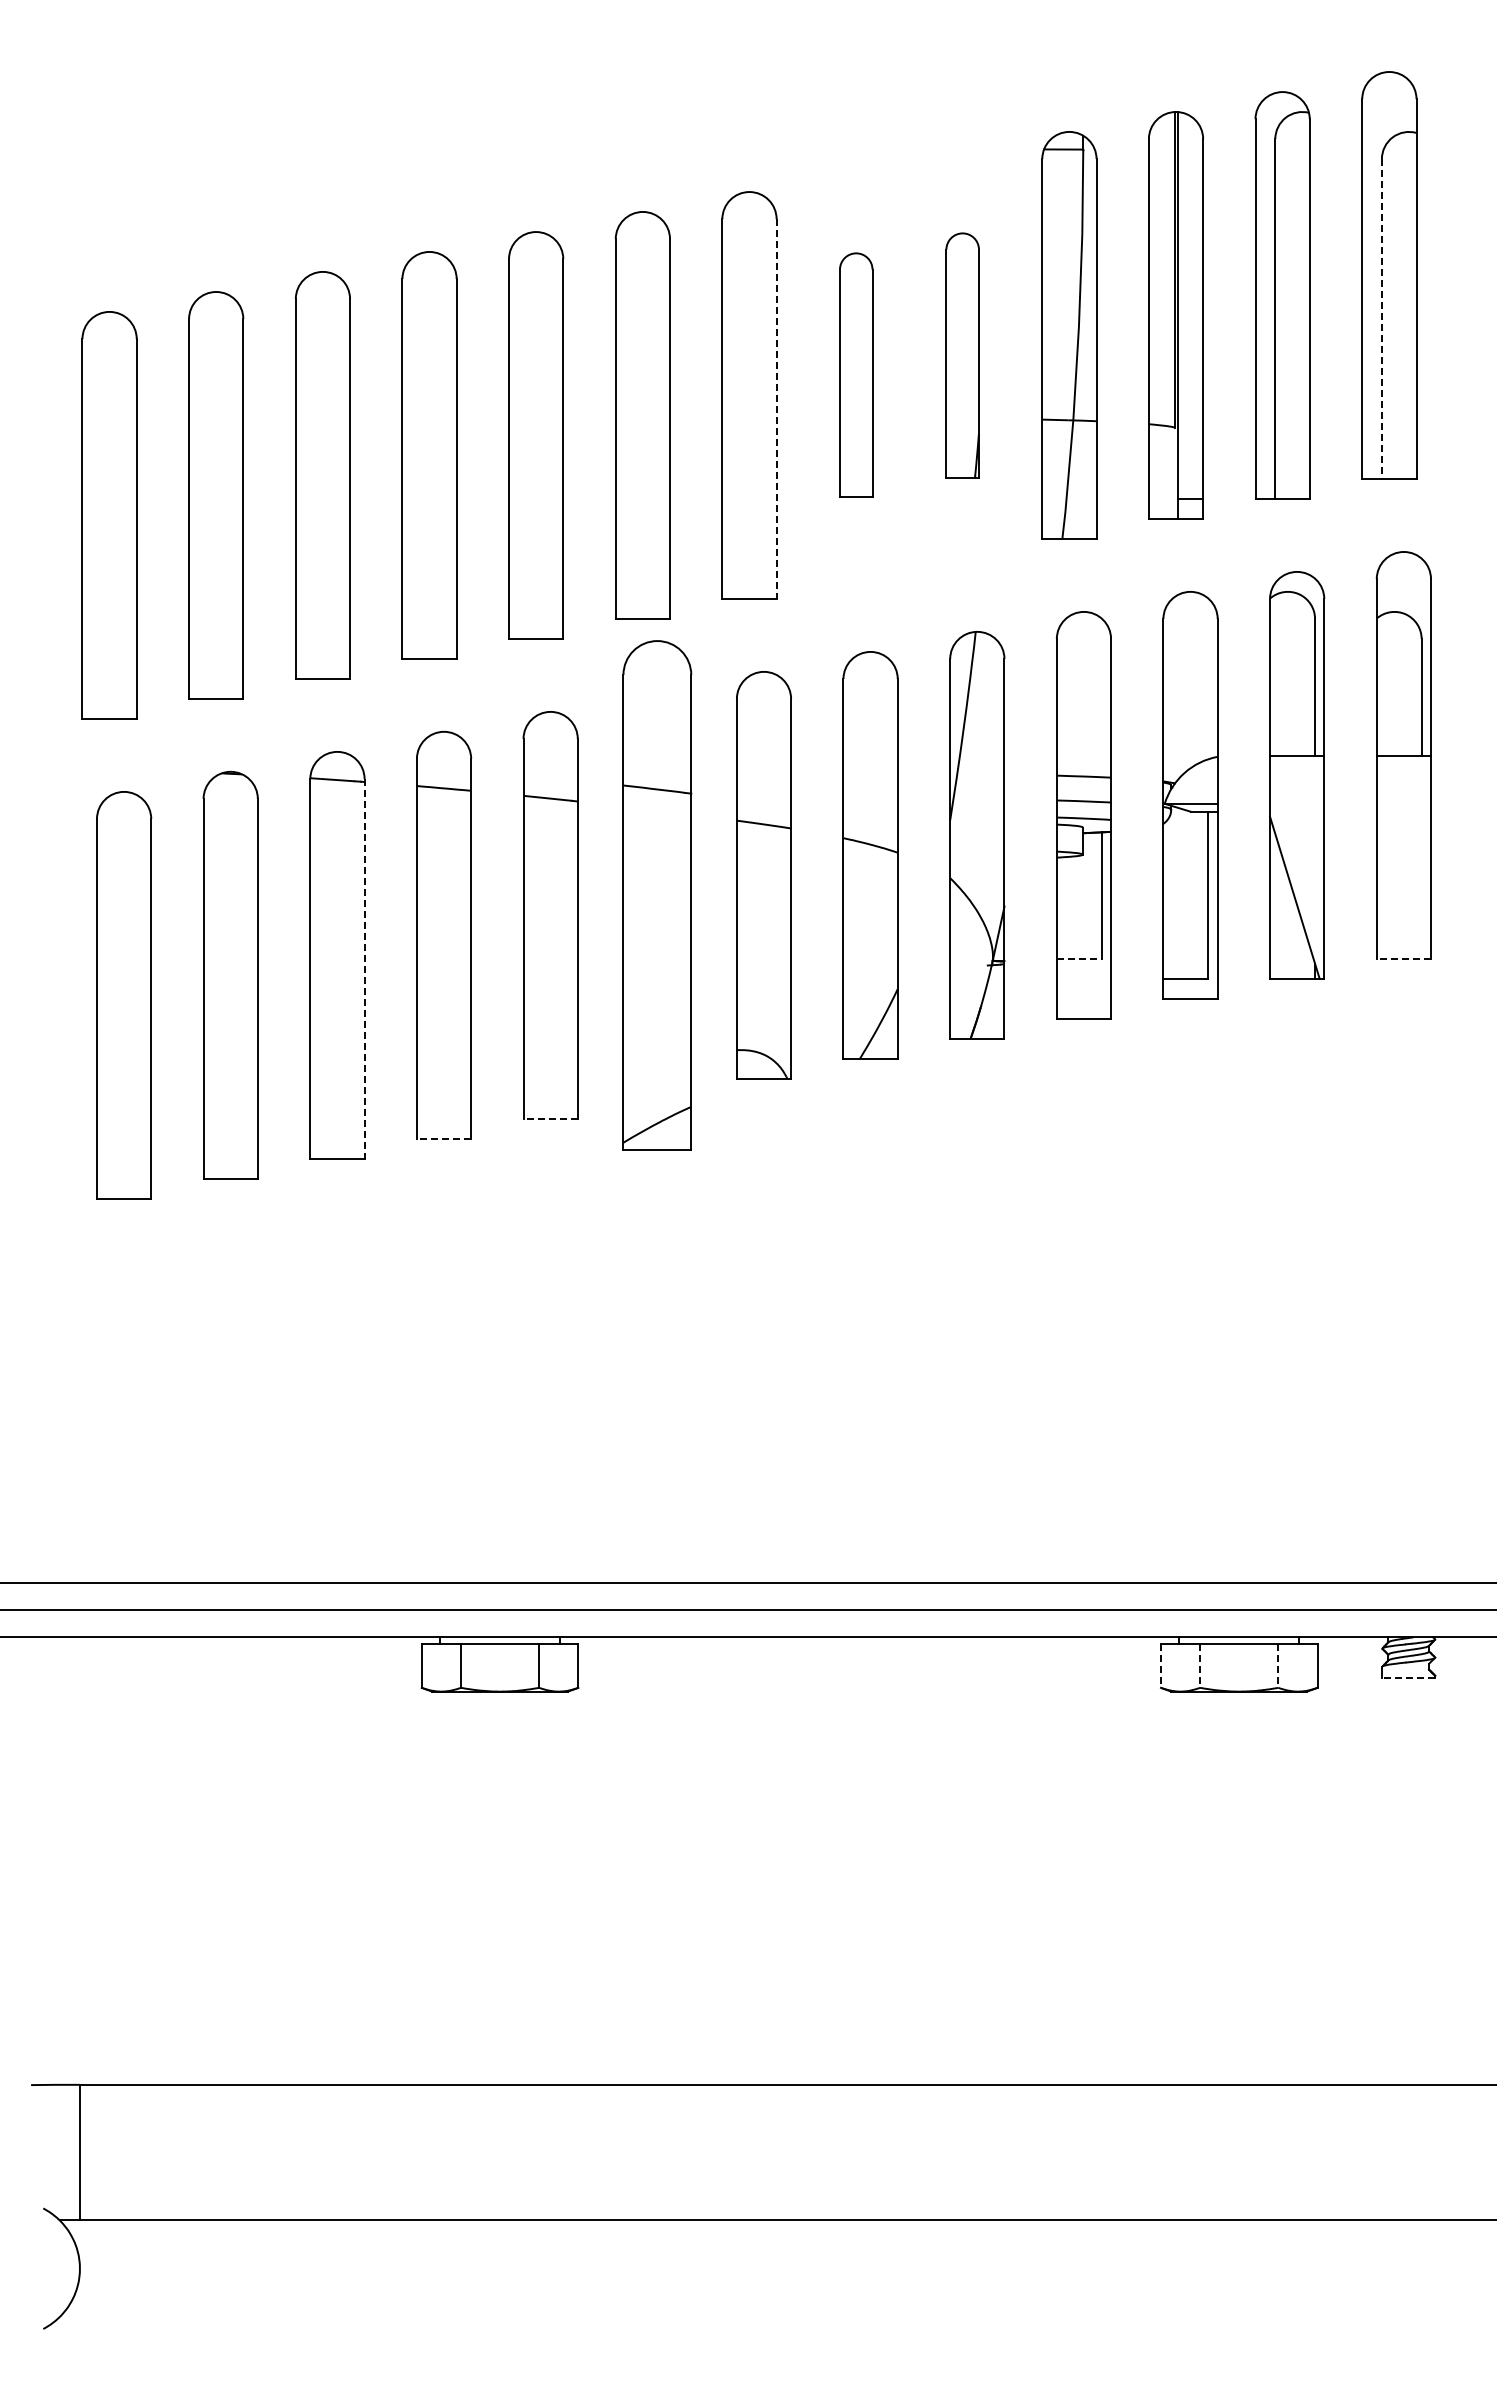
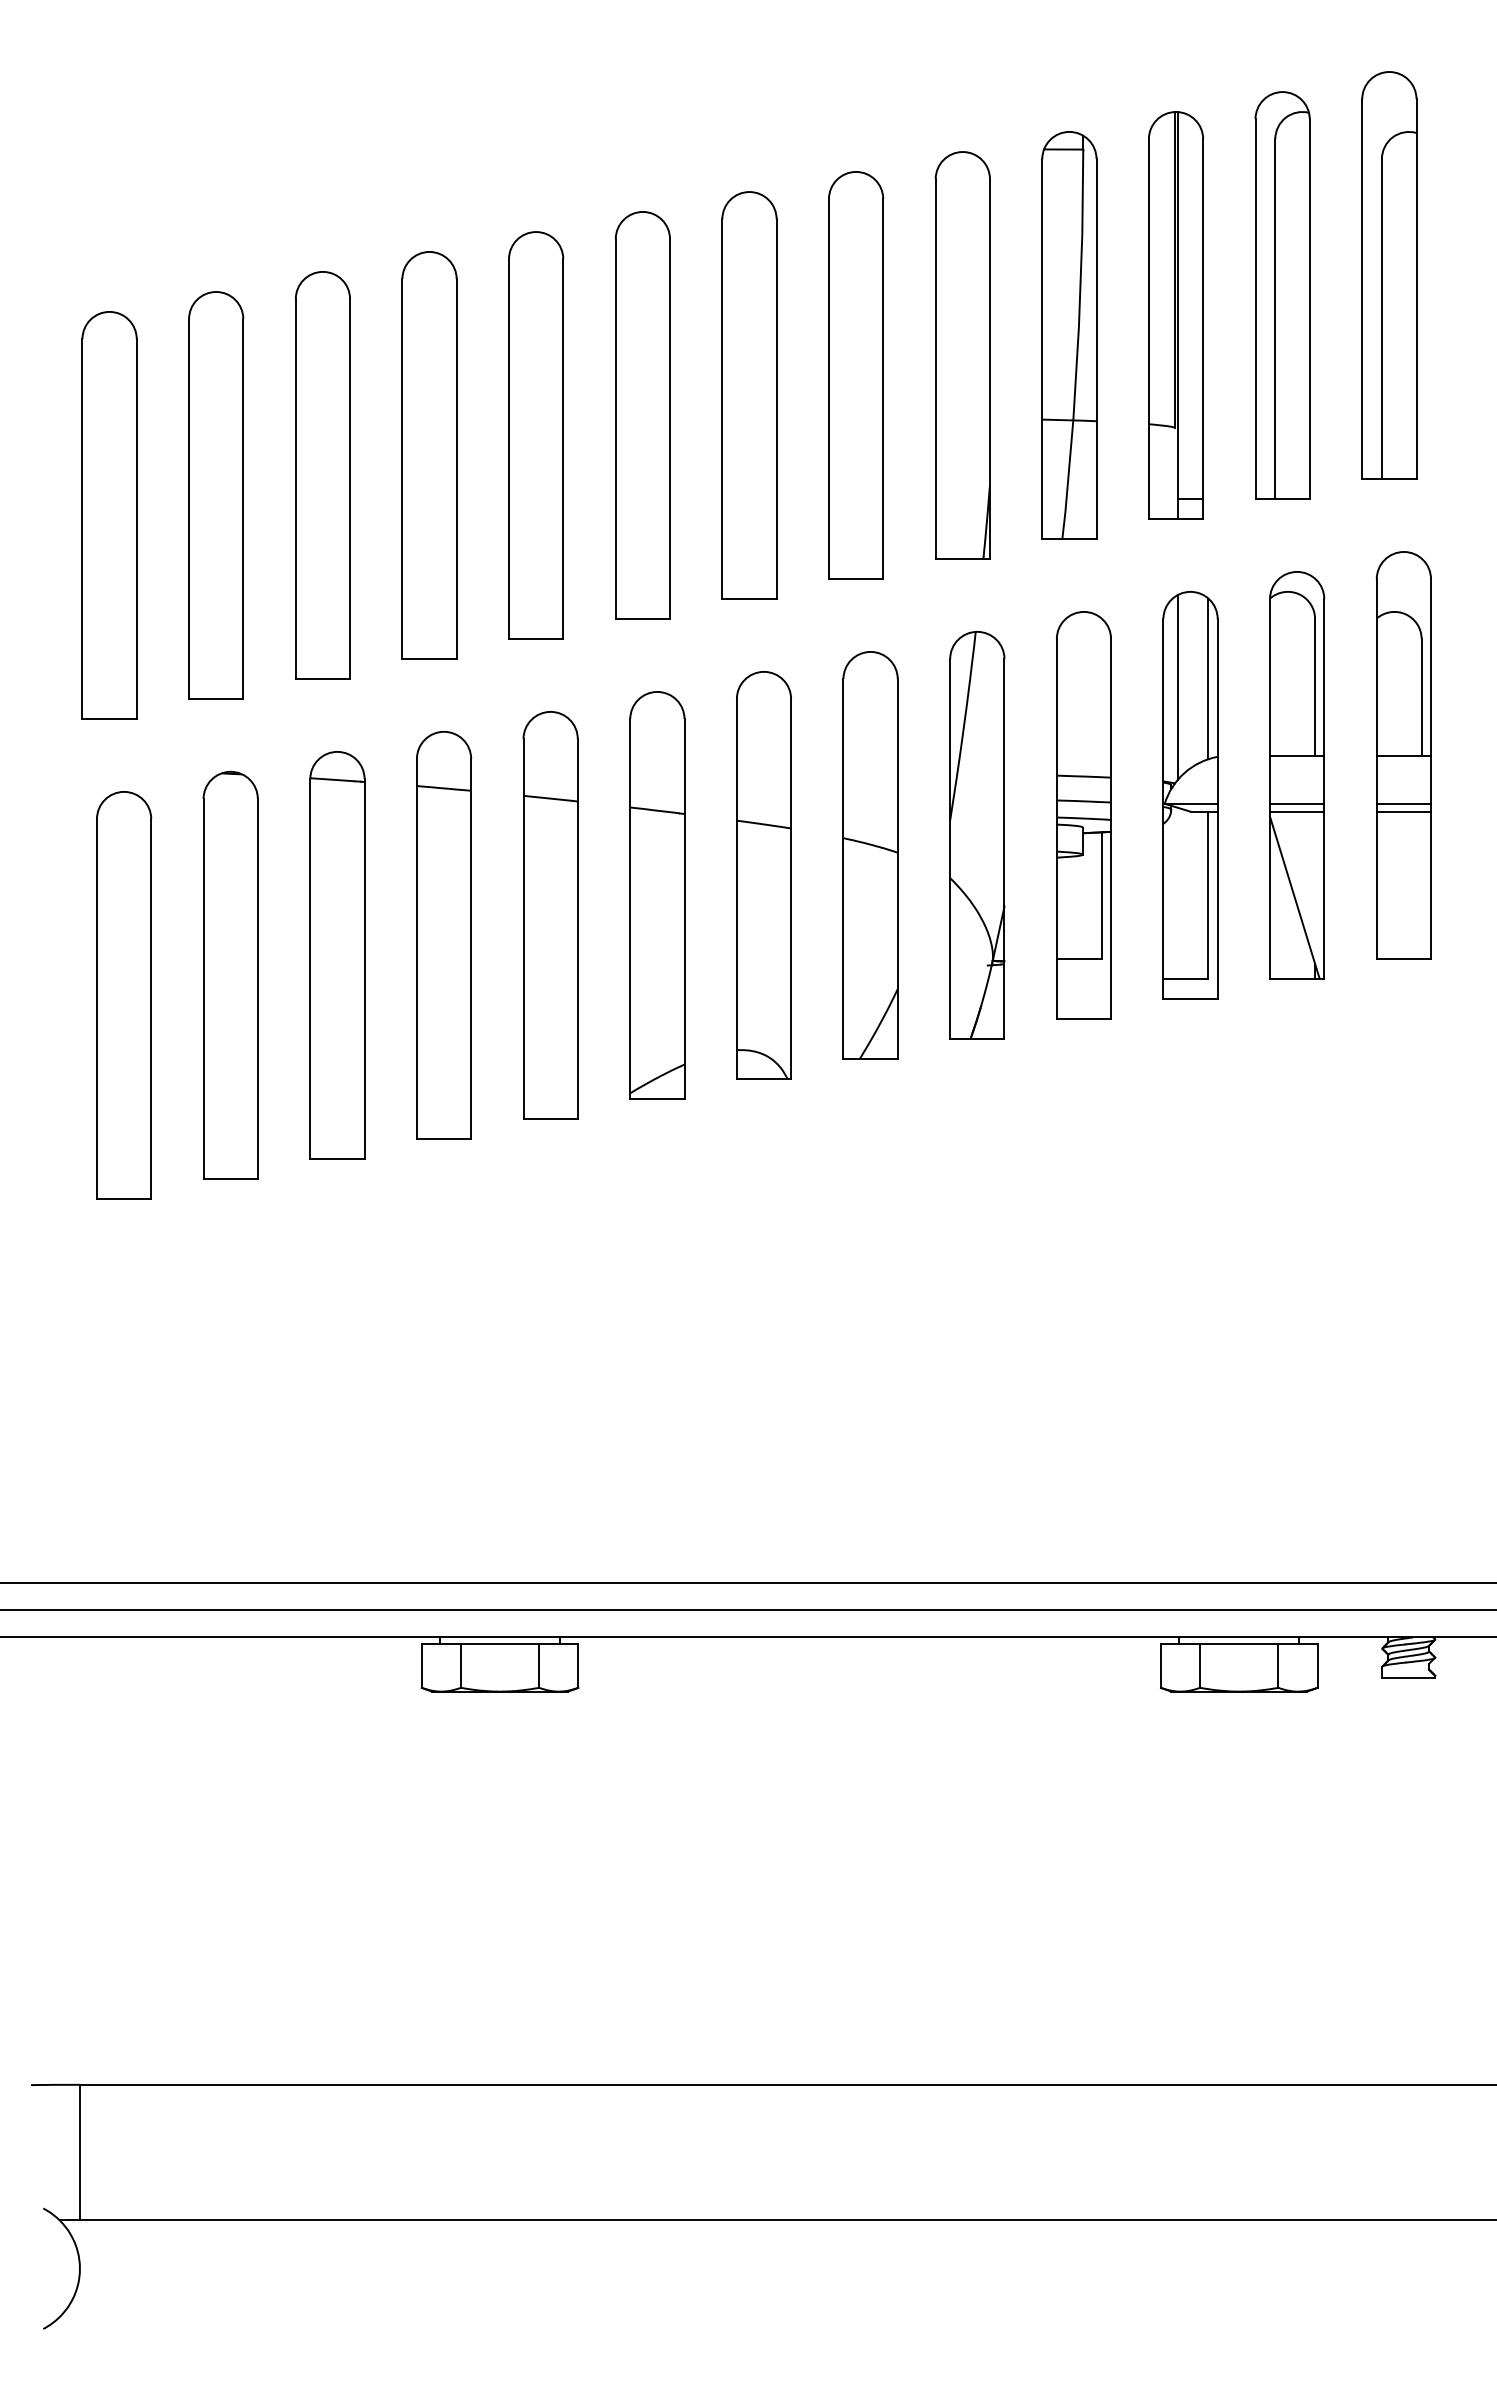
line at (1381, 318): dashed -> solid
part at (962, 355) size: 35x247 px -> 57x409 px
part at (856, 374) size: 35x246 px -> 57x409 px
line at (776, 409): dashed -> solid
line at (1208, 679): none -> present
line at (1177, 687): none -> present
line at (1297, 803): none -> present
line at (1403, 803): none -> present
line at (1297, 811): none -> present
line at (1403, 811): none -> present
part at (657, 895) size: 71x511 px -> 57x409 px
line at (1079, 958): dashed -> solid
line at (1403, 958): dashed -> solid
line at (364, 968): dashed -> solid
line at (550, 1118): dashed -> solid
line at (443, 1138): dashed -> solid
line at (1160, 1666): dashed -> solid
line at (1200, 1666): dashed -> solid
line at (1278, 1666): dashed -> solid
line at (1408, 1678): dashed -> solid
